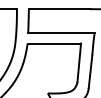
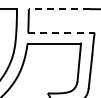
line at (59, 9): solid -> dashed
line at (61, 32): solid -> dashed
